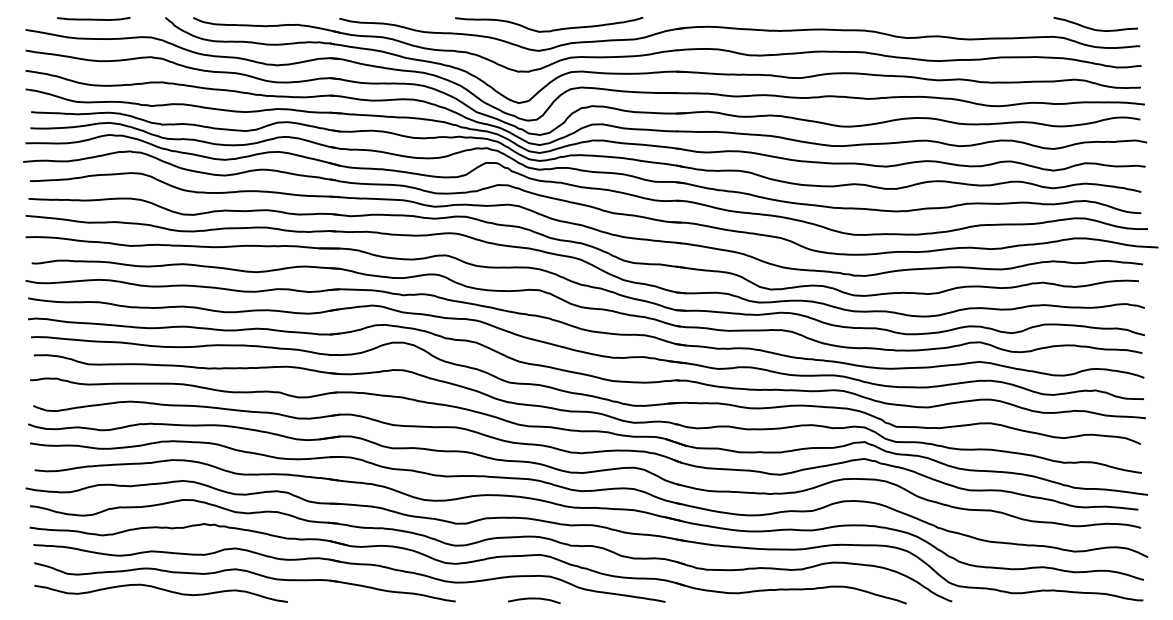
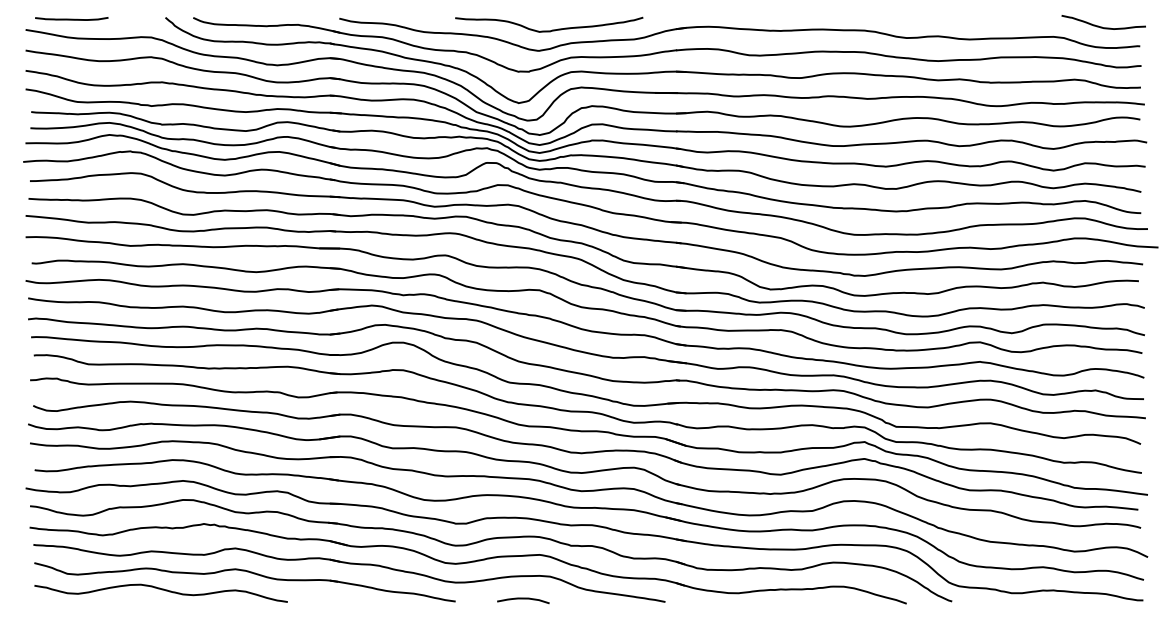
line at (93, 18) position: (93, 18) -> (71, 18)
curve at (1094, 28) position: (1094, 28) -> (1102, 26)
curve at (534, 599) position: (534, 599) -> (523, 599)
